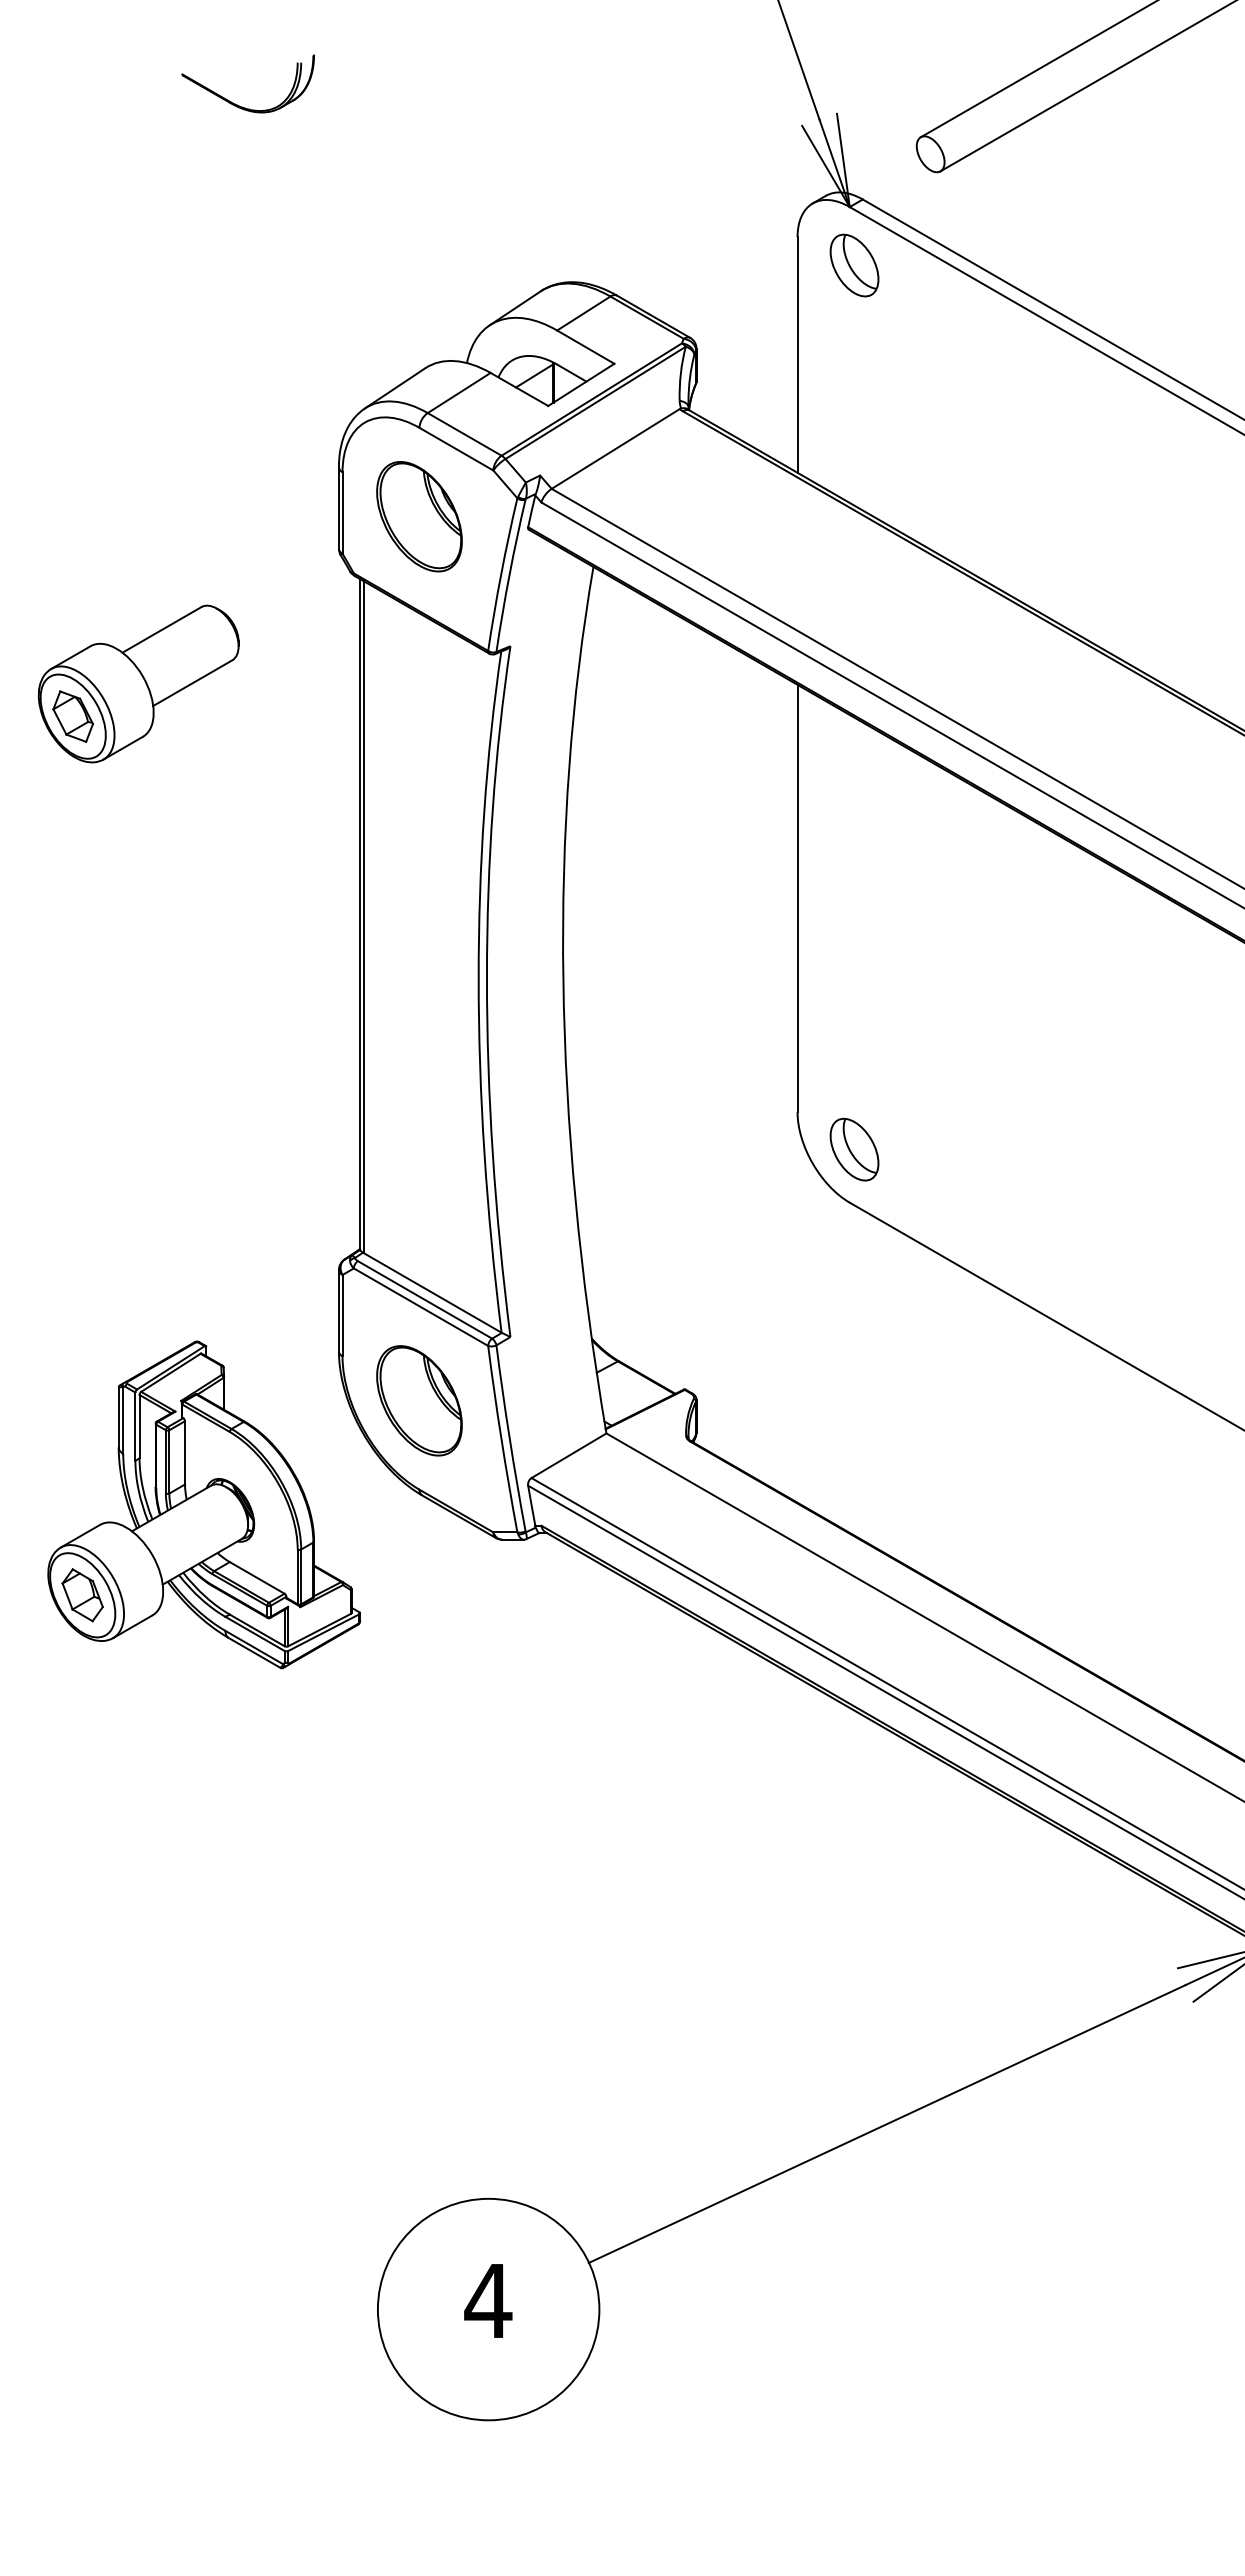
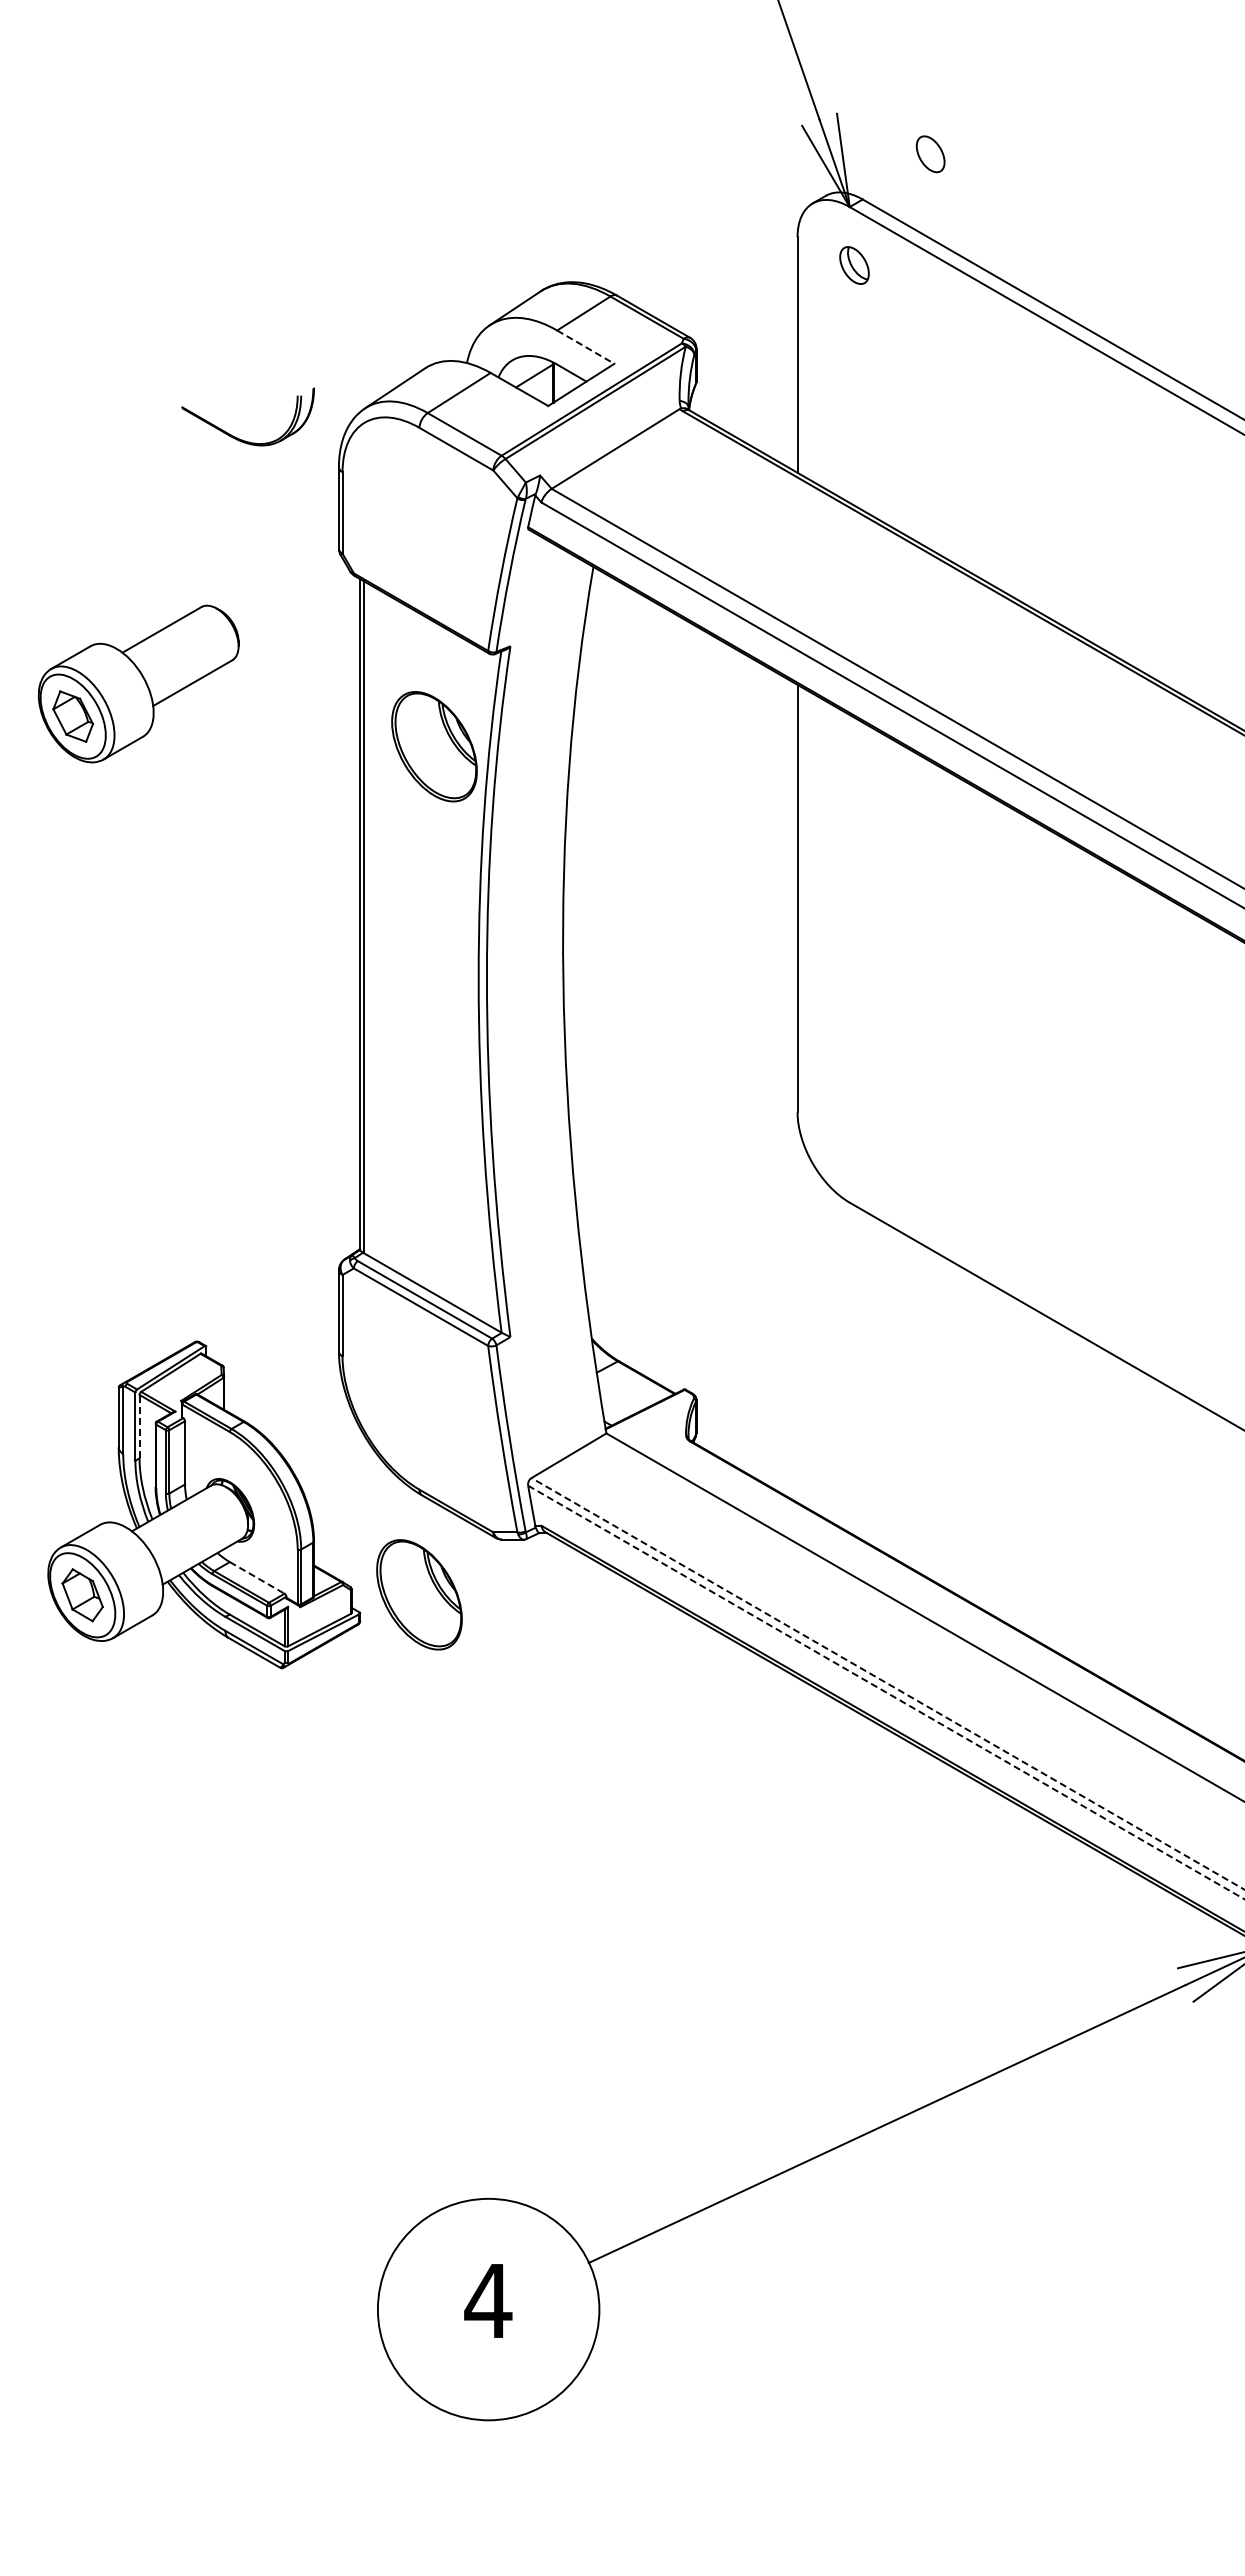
line at (1037, 69): present -> none
line at (1086, 86): present -> none
part at (237, 104) position: (237, 104) -> (237, 437)
part at (854, 265) size: 51x65 px -> 31x39 px
line at (586, 347): solid -> dashed
part at (419, 516) position: (419, 516) -> (434, 746)
part at (854, 1149): present -> none
part at (419, 1400) position: (419, 1400) -> (419, 1594)
line at (139, 1426): solid -> dashed
line at (257, 1577): solid -> dashed
line at (888, 1683): solid -> dashed
line at (886, 1692): solid -> dashed
